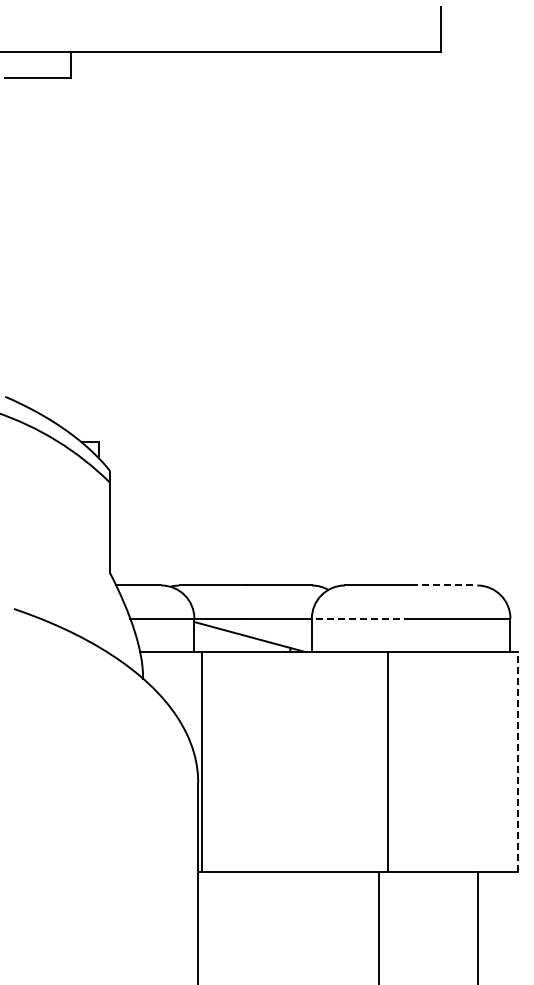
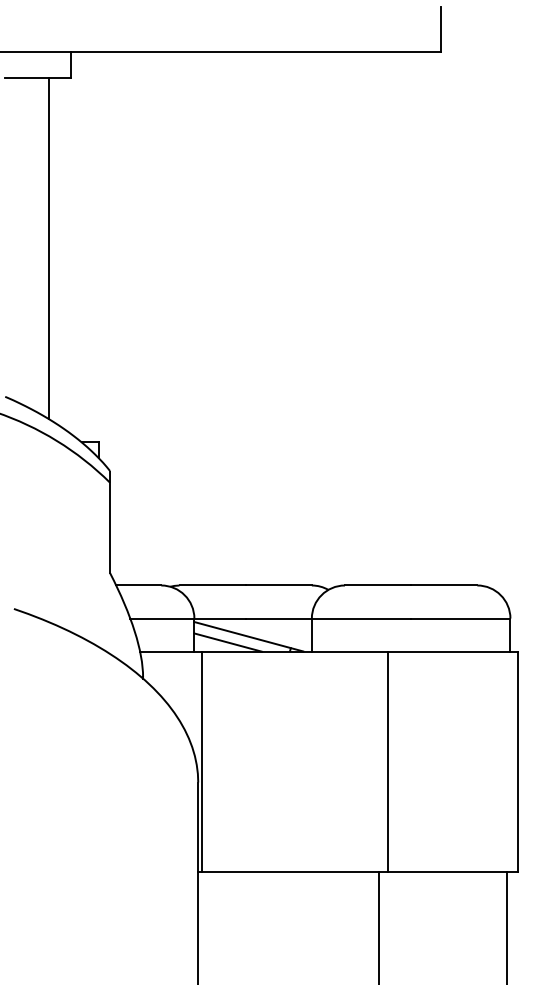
line at (49, 248): none -> present
line at (444, 585): dashed -> solid
line at (361, 618): dashed -> solid
line at (227, 642): none -> present
line at (518, 761): dashed -> solid
line at (478, 926) position: (478, 926) -> (507, 926)
